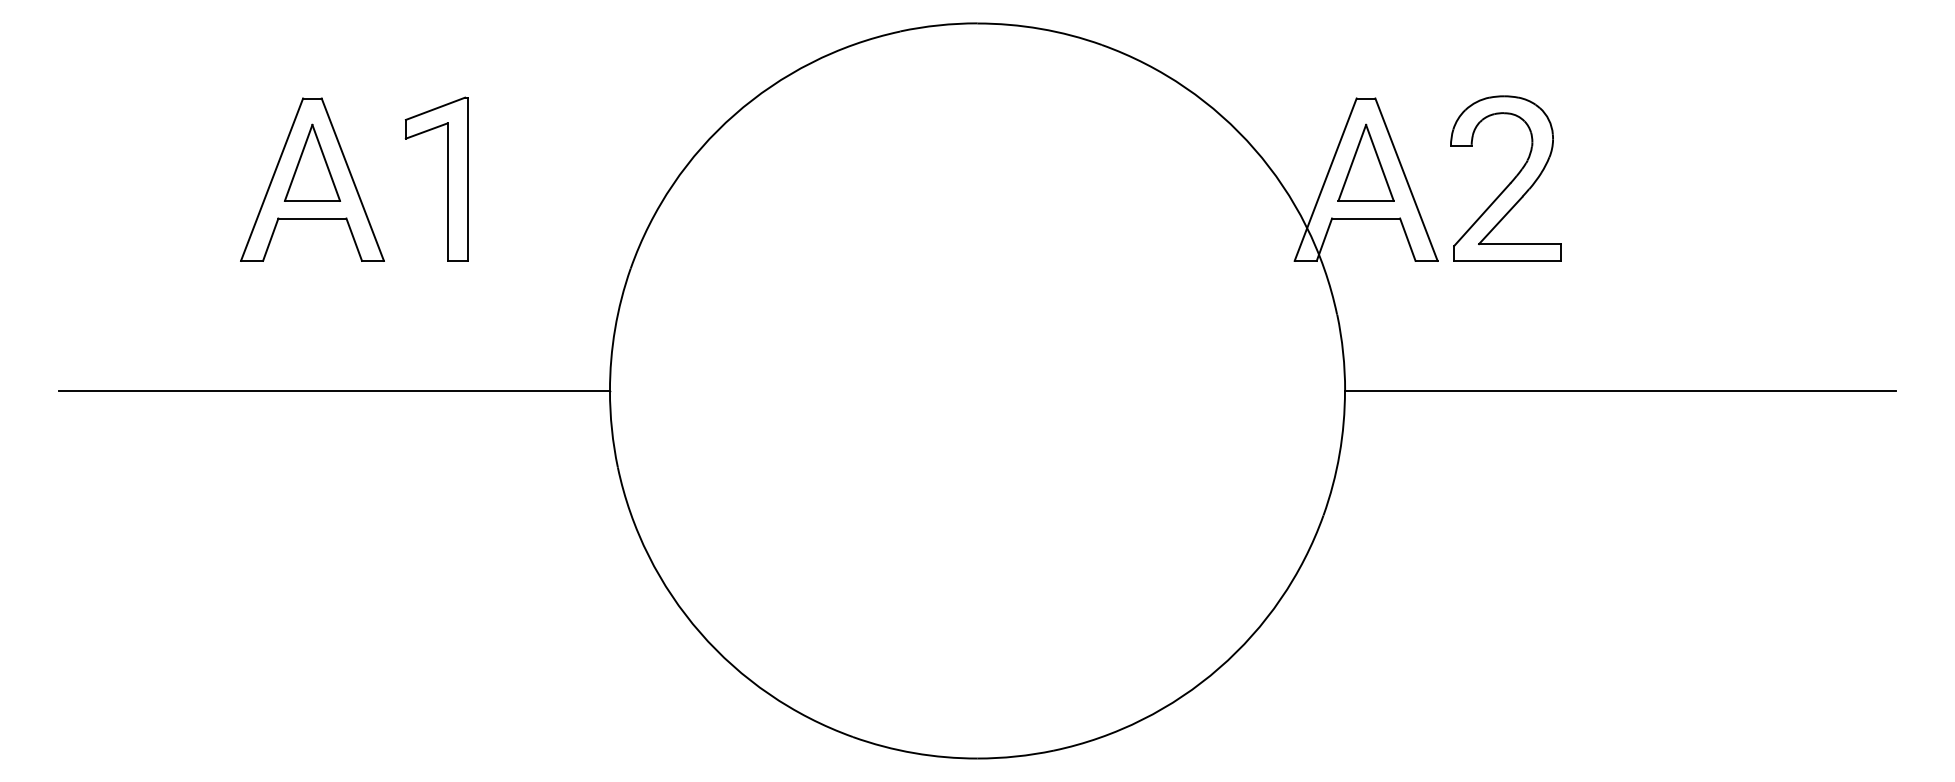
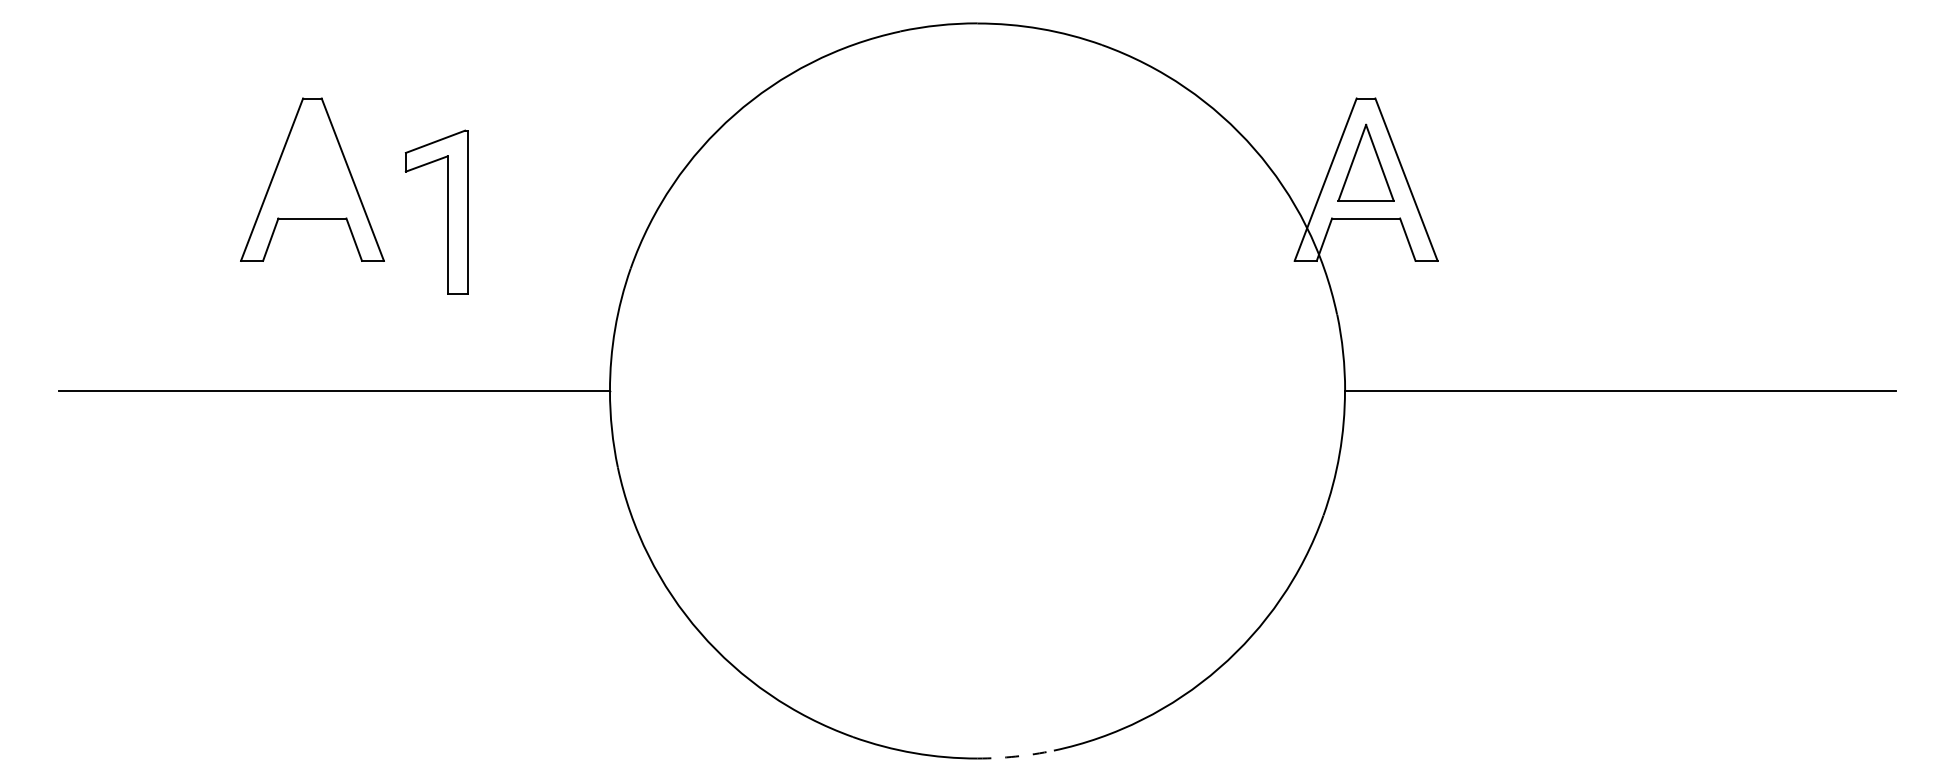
part at (312, 162): present -> none
part at (447, 178) position: (447, 178) -> (447, 211)
part at (1505, 178): present -> none
arc at (1015, 756): solid -> dashed
